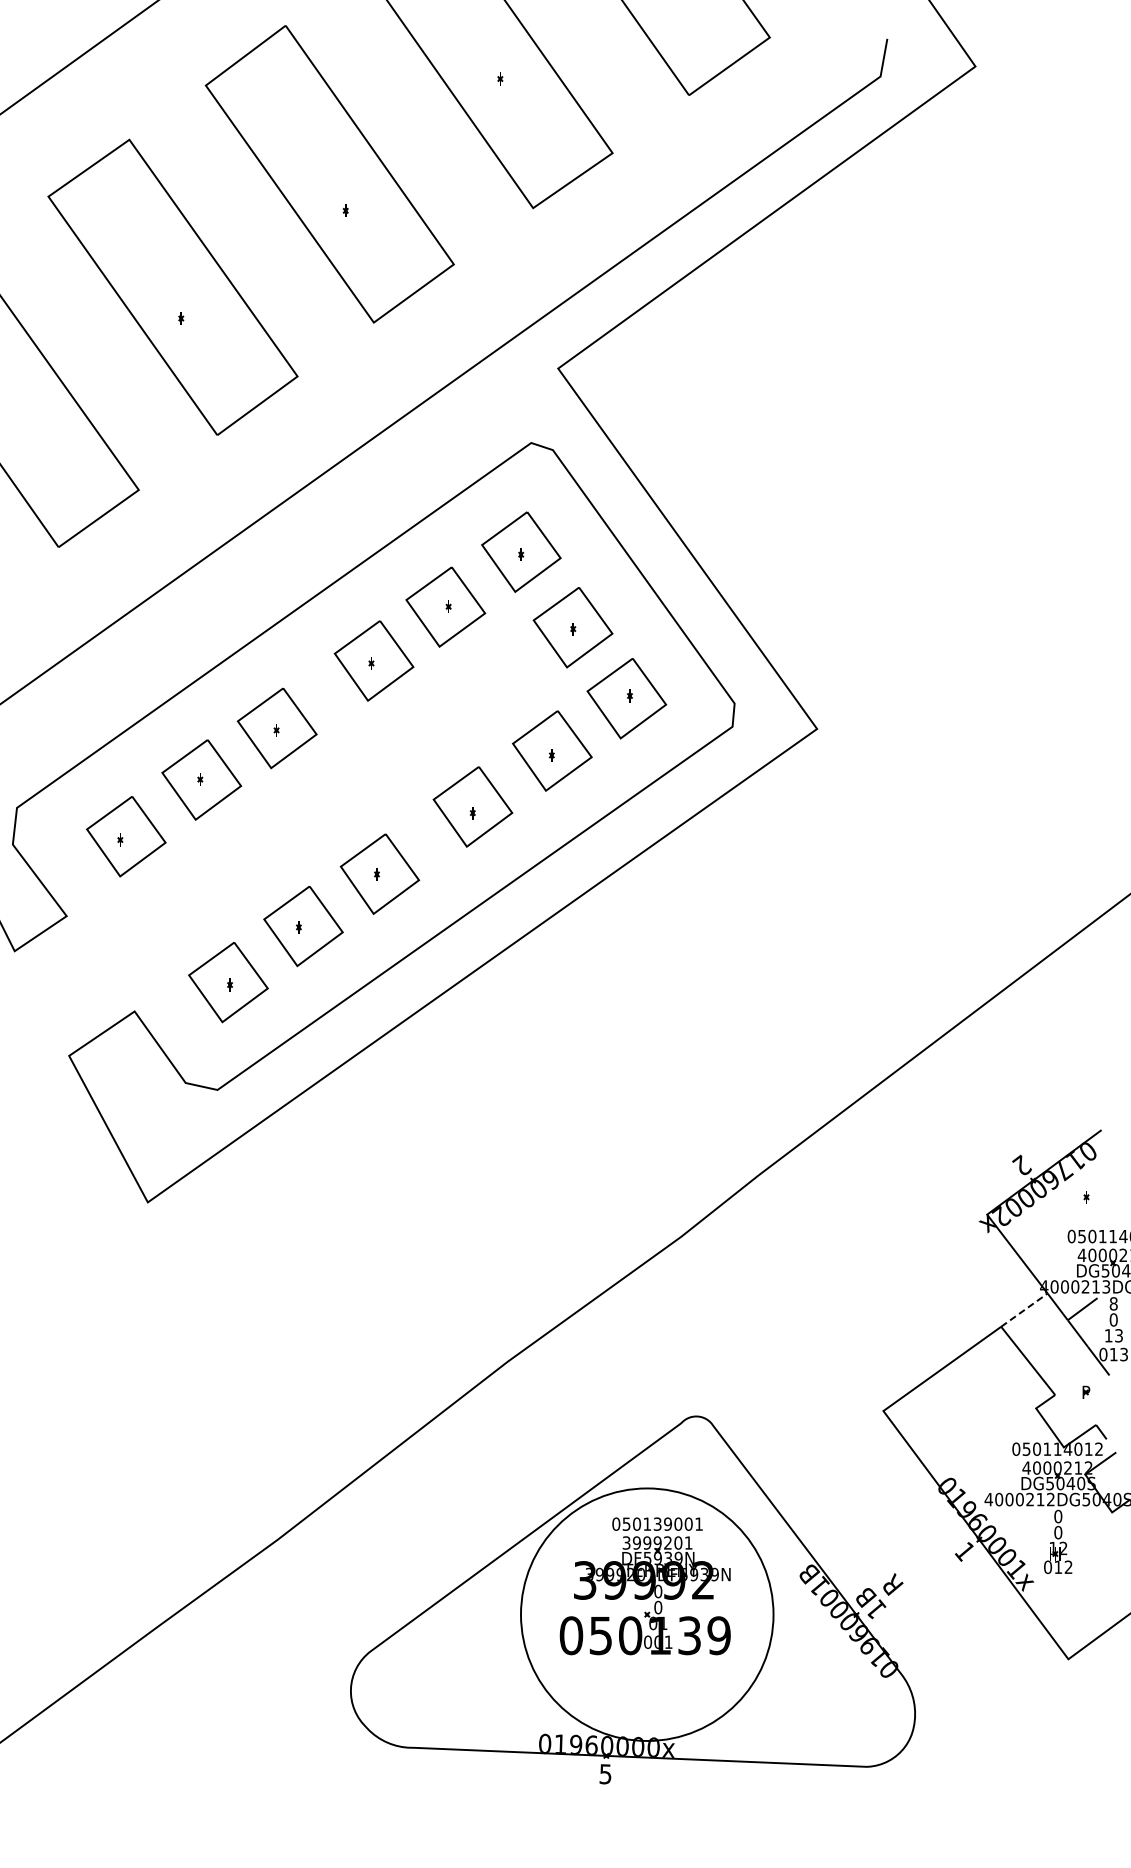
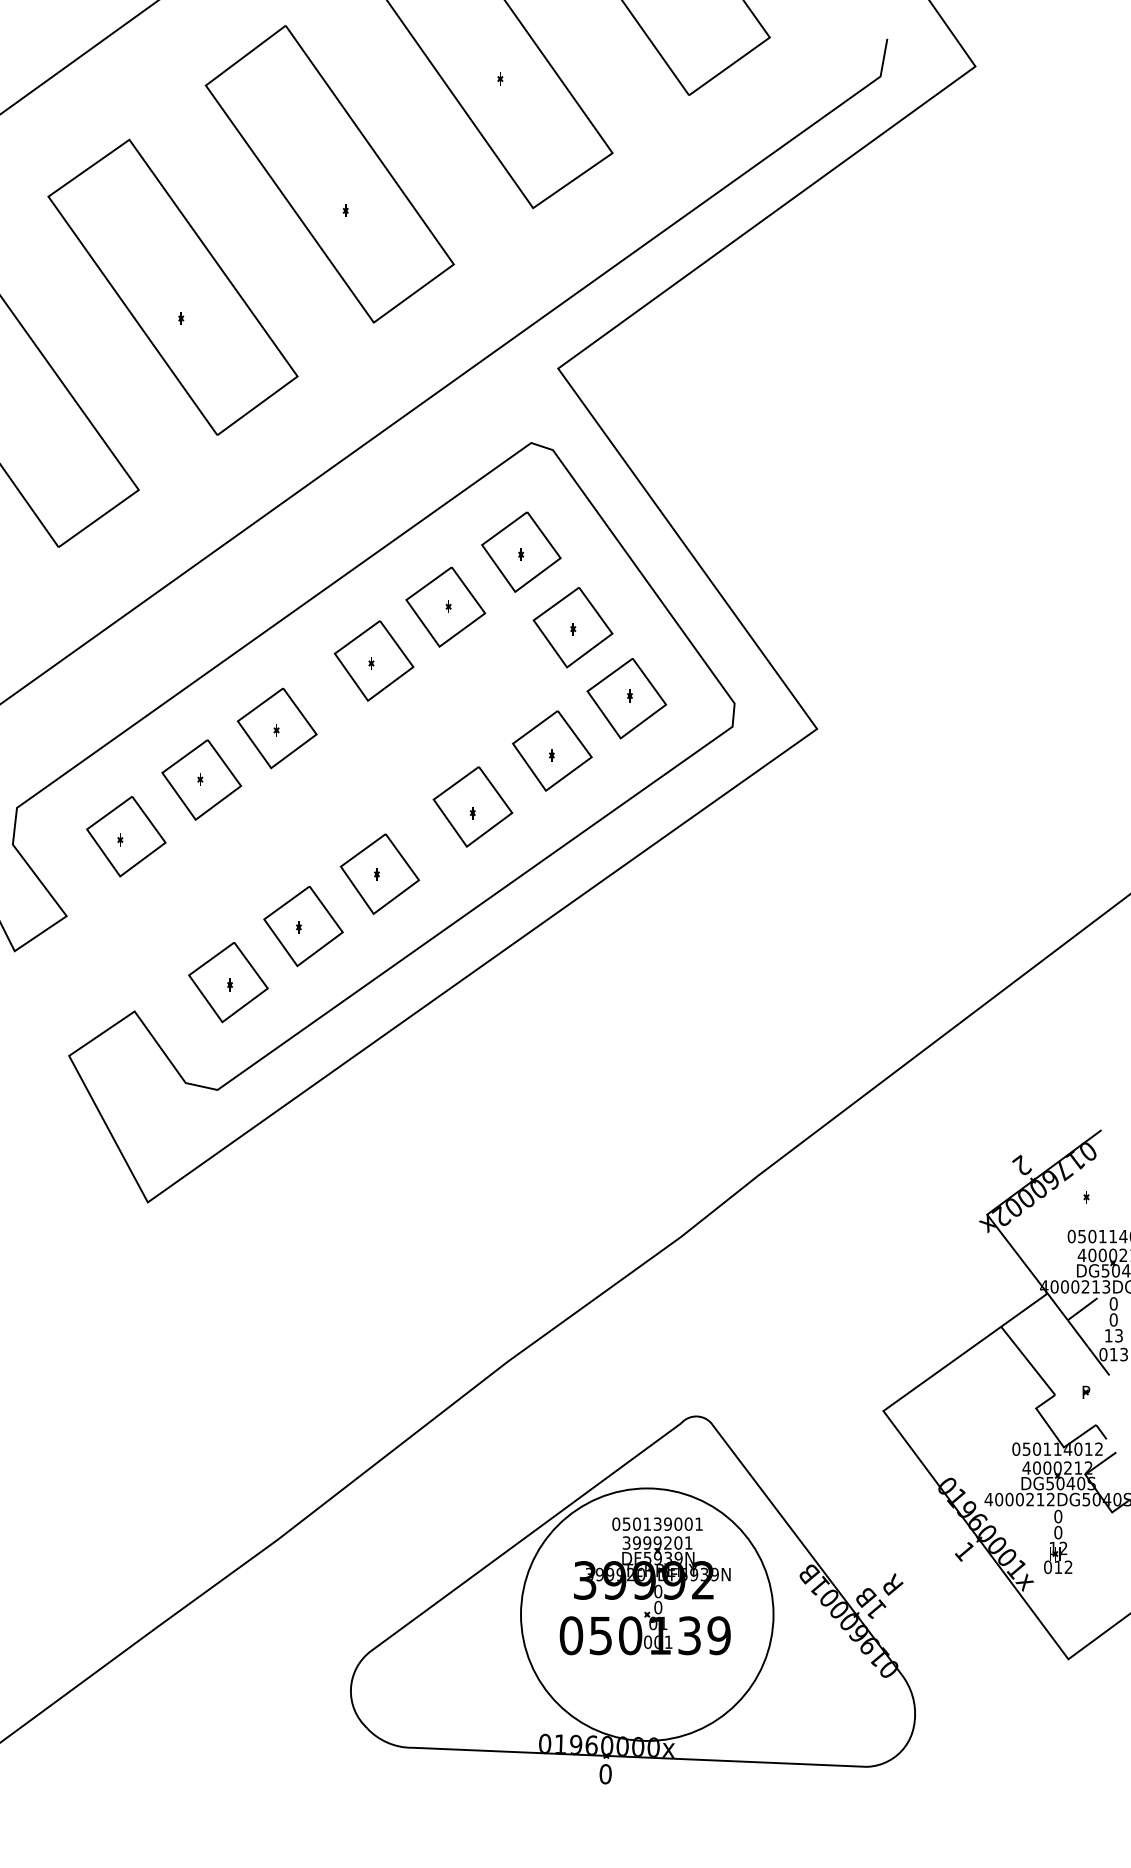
text at (1113, 1303): 8 -> 0
line at (1024, 1310): dashed -> solid
text at (605, 1774): 5 -> 0
